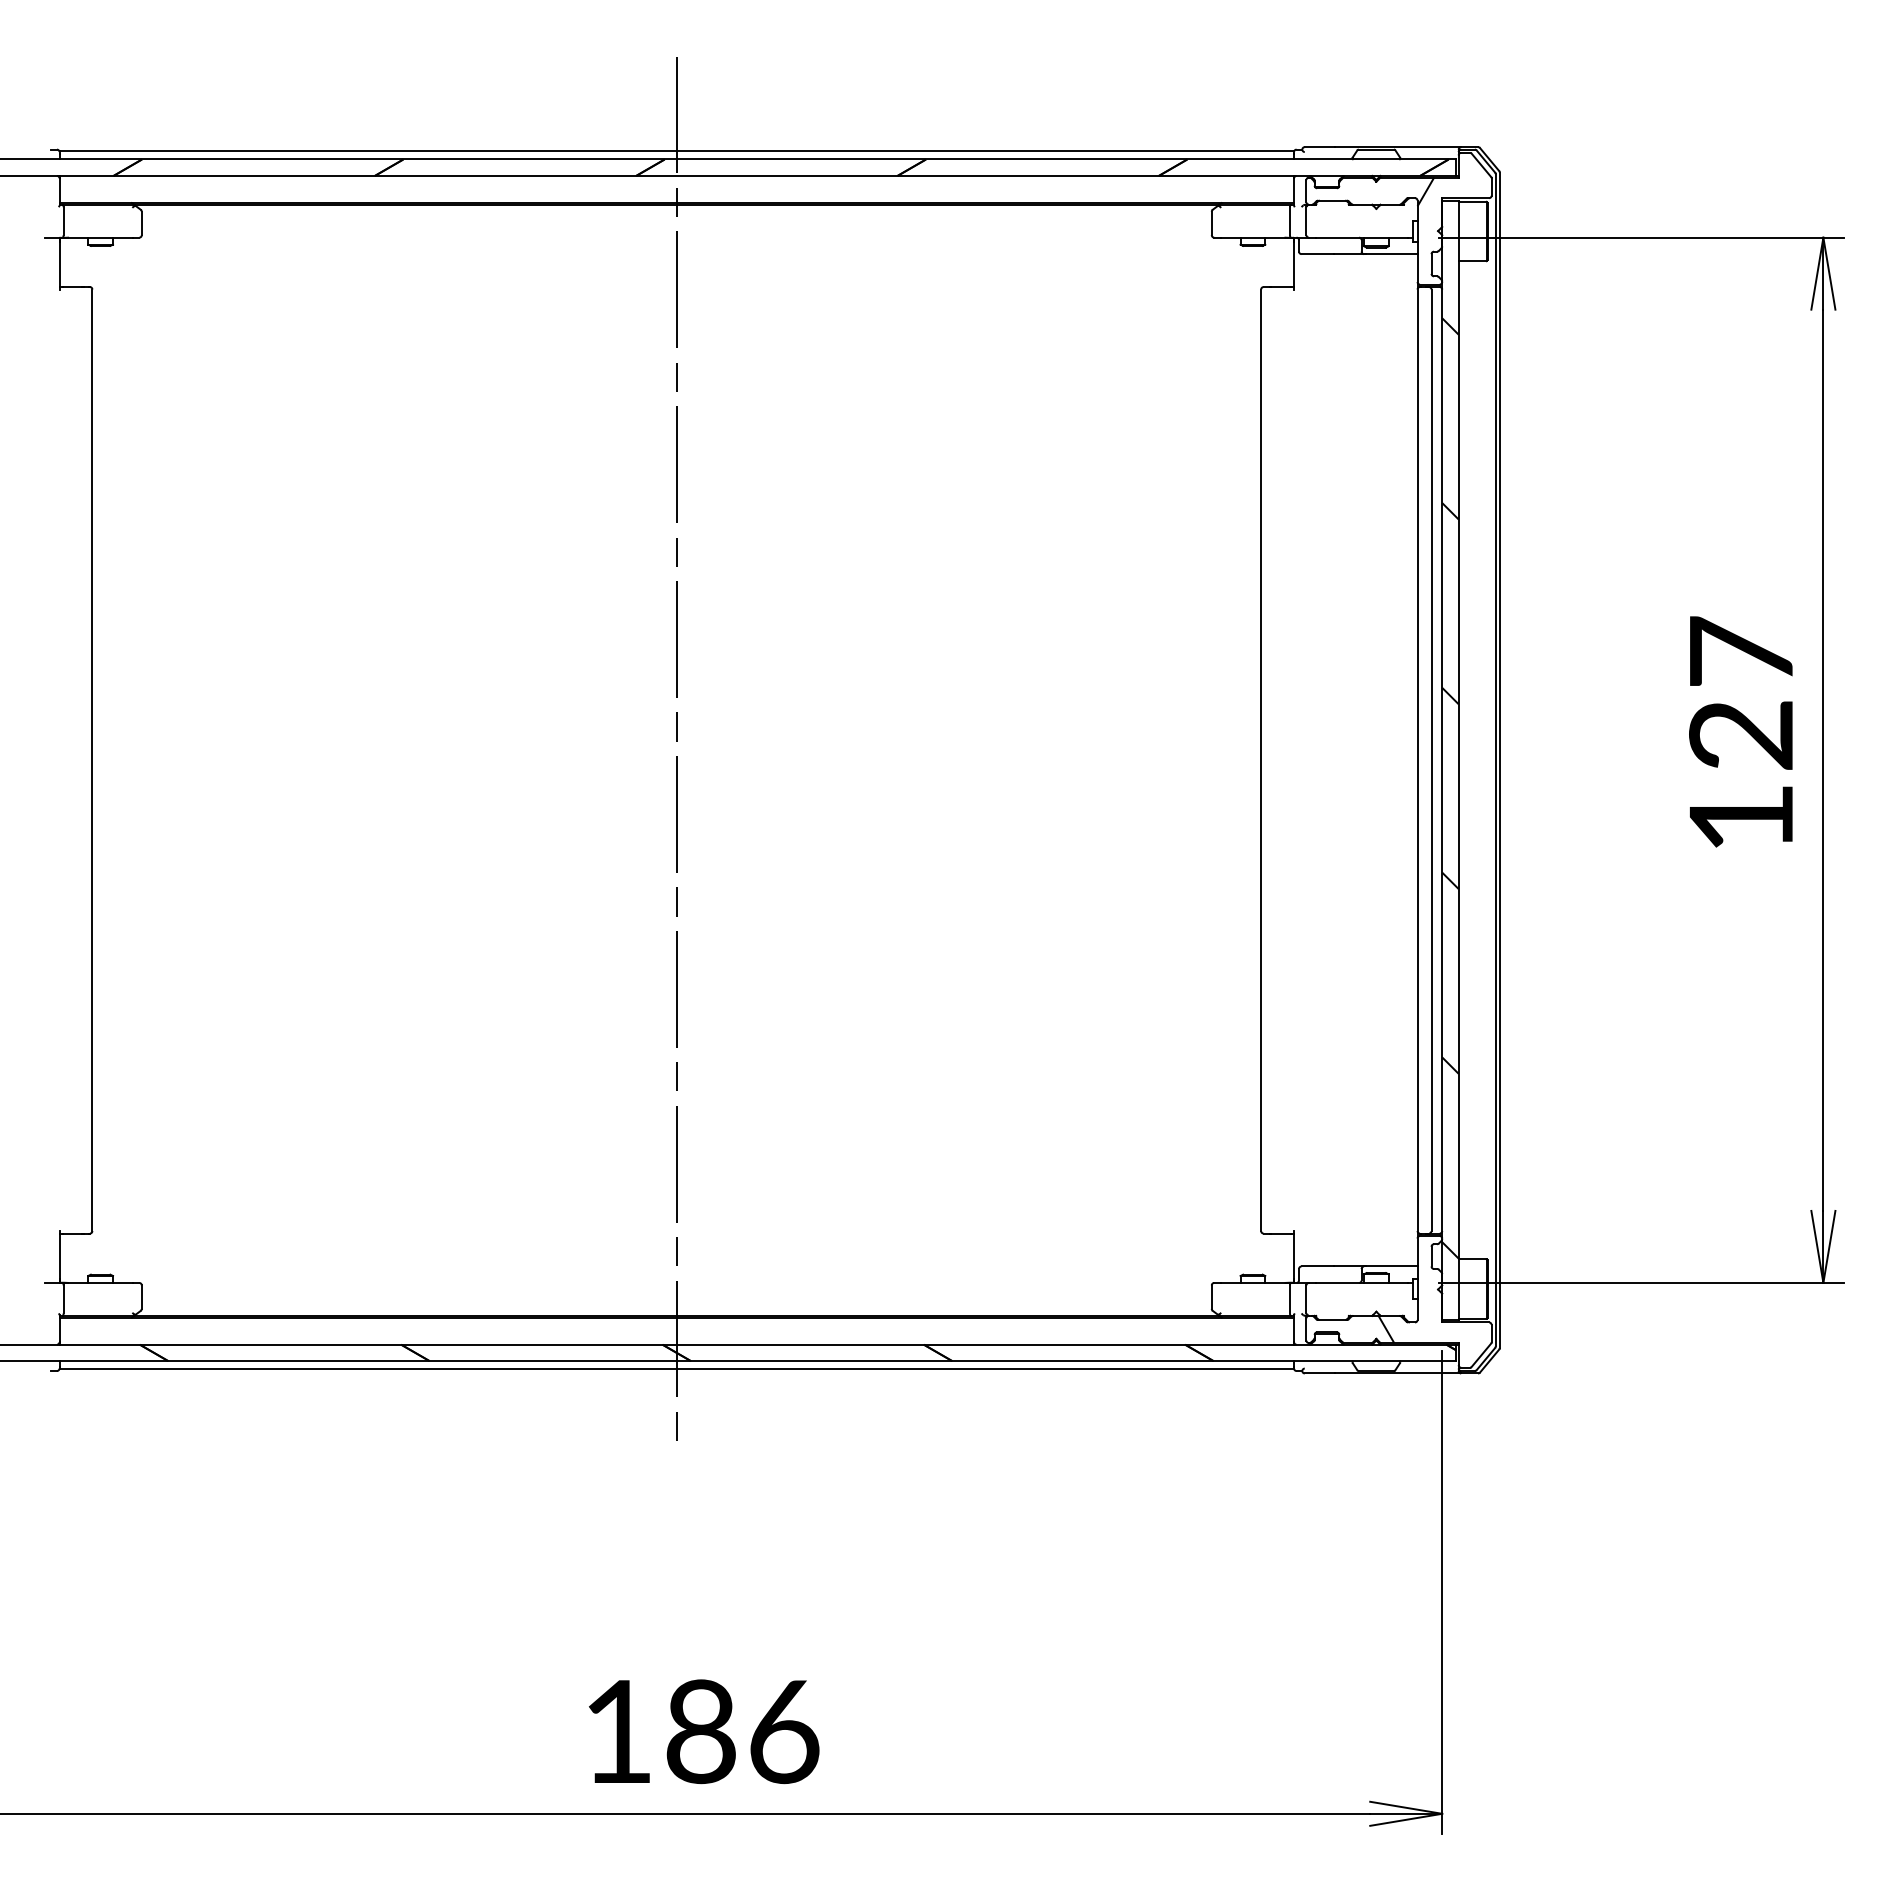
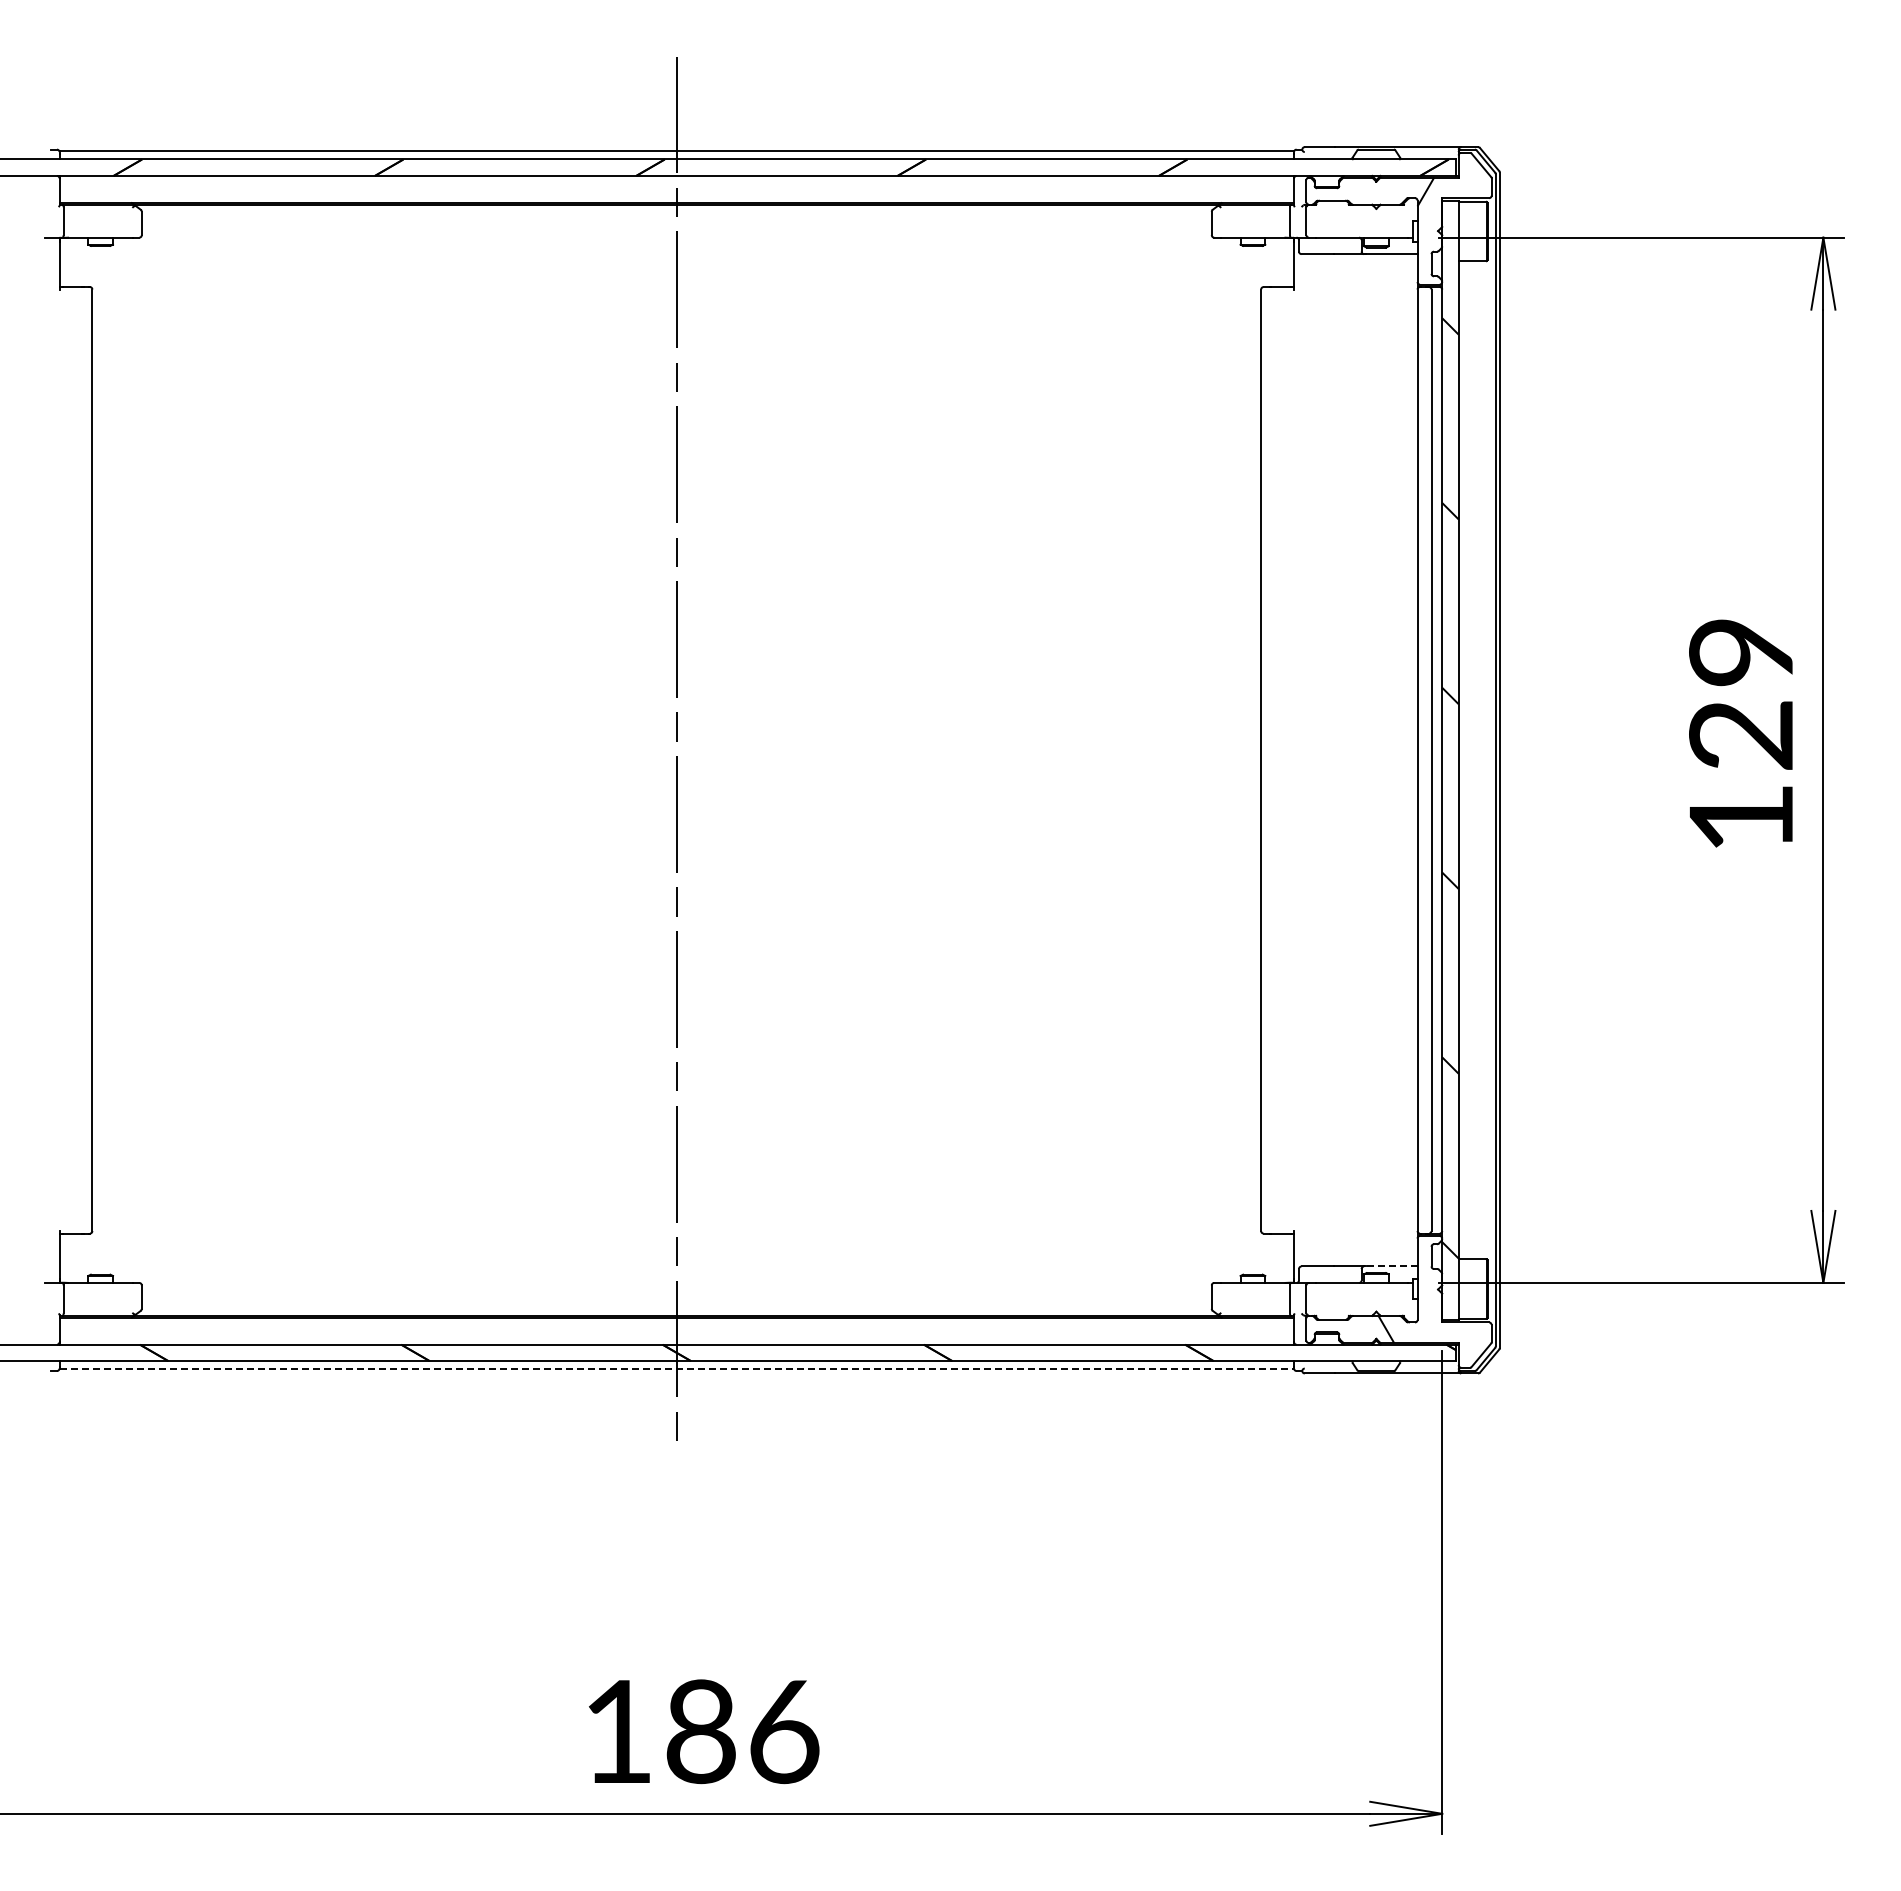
text at (1740, 651): 127 -> 129
line at (1391, 1266): solid -> dashed
line at (677, 1369): solid -> dashed
